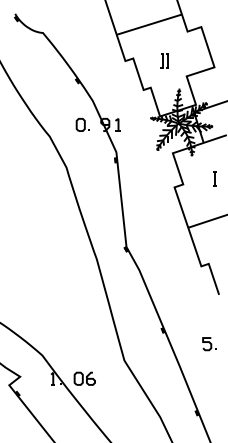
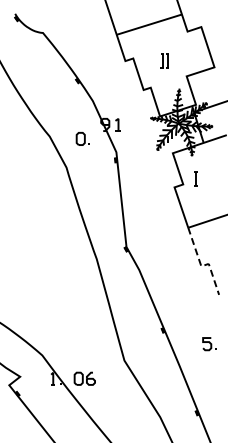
part at (82, 124) position: (82, 124) -> (82, 138)
line at (214, 178) position: (214, 178) -> (195, 178)
line at (201, 266): solid -> dashed
